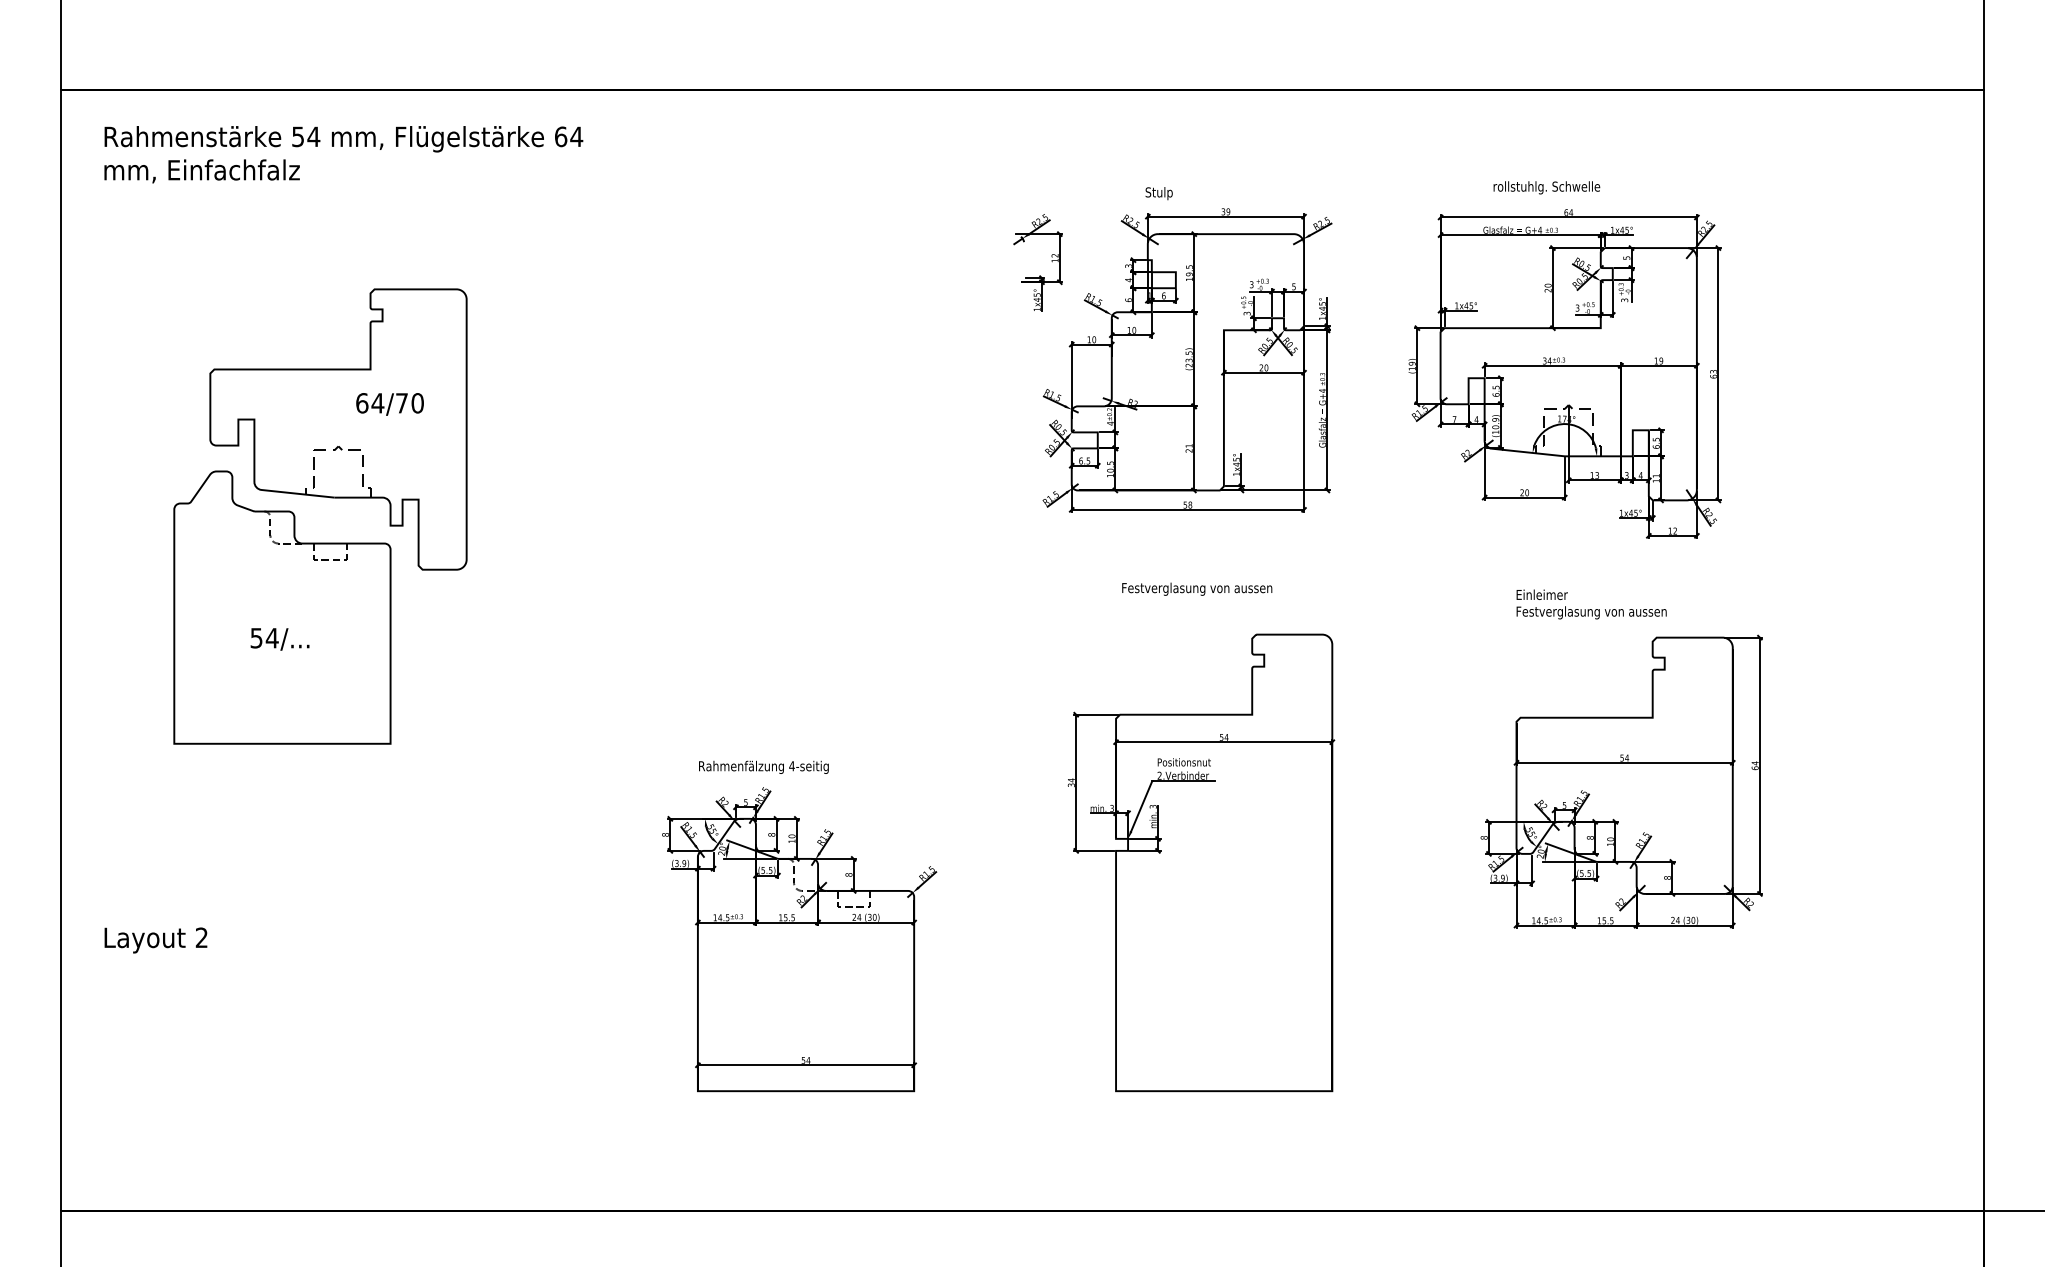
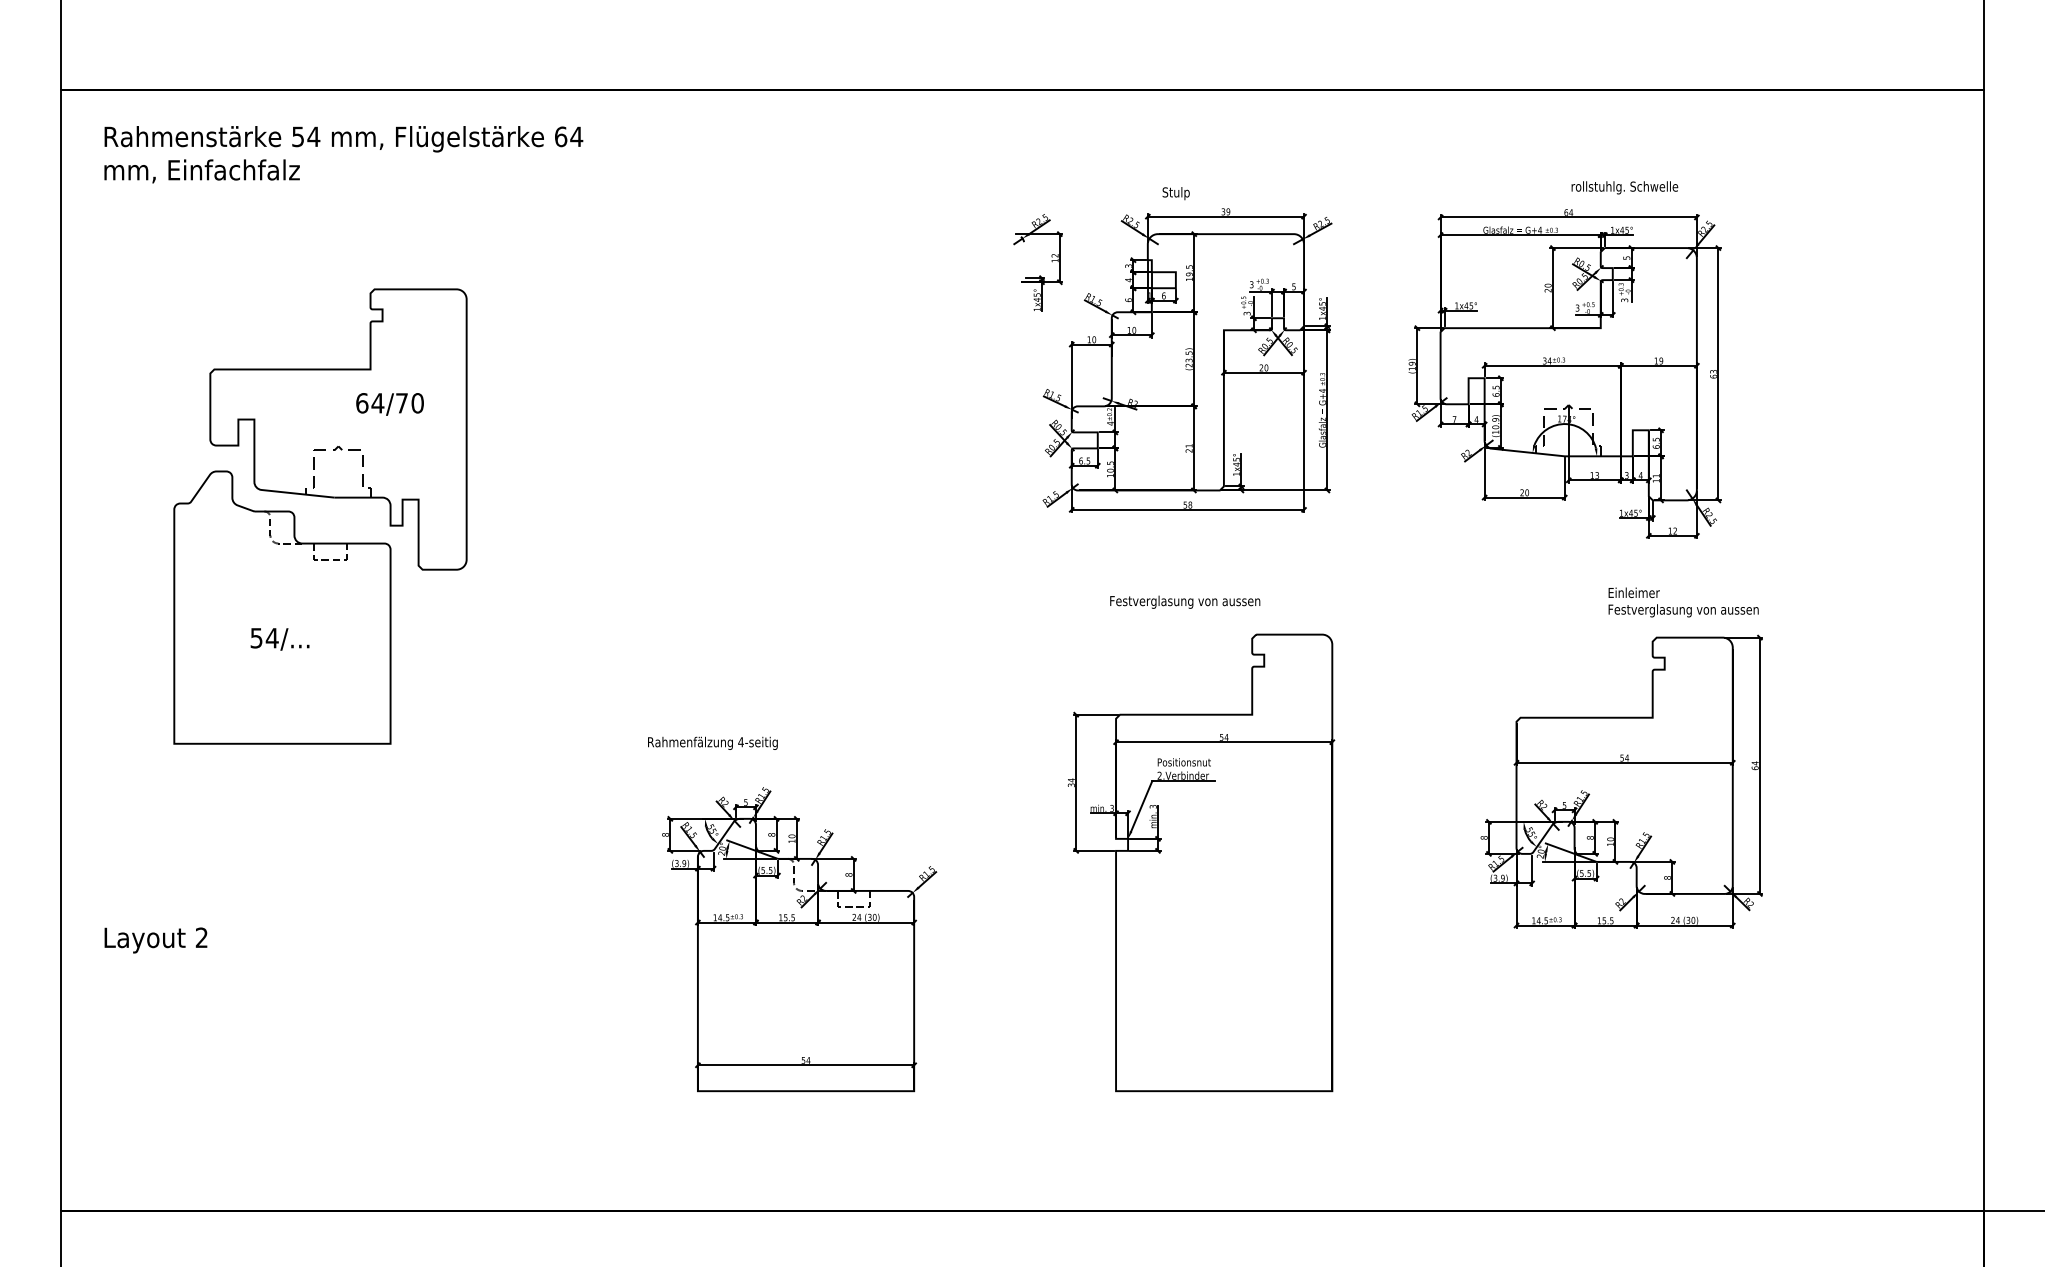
text at (1546, 187) position: (1546, 187) -> (1624, 187)
text at (1158, 193) position: (1158, 193) -> (1175, 193)
text at (1197, 588) position: (1197, 588) -> (1185, 601)
text at (1591, 604) position: (1591, 604) -> (1683, 602)
text at (763, 766) position: (763, 766) -> (712, 742)
